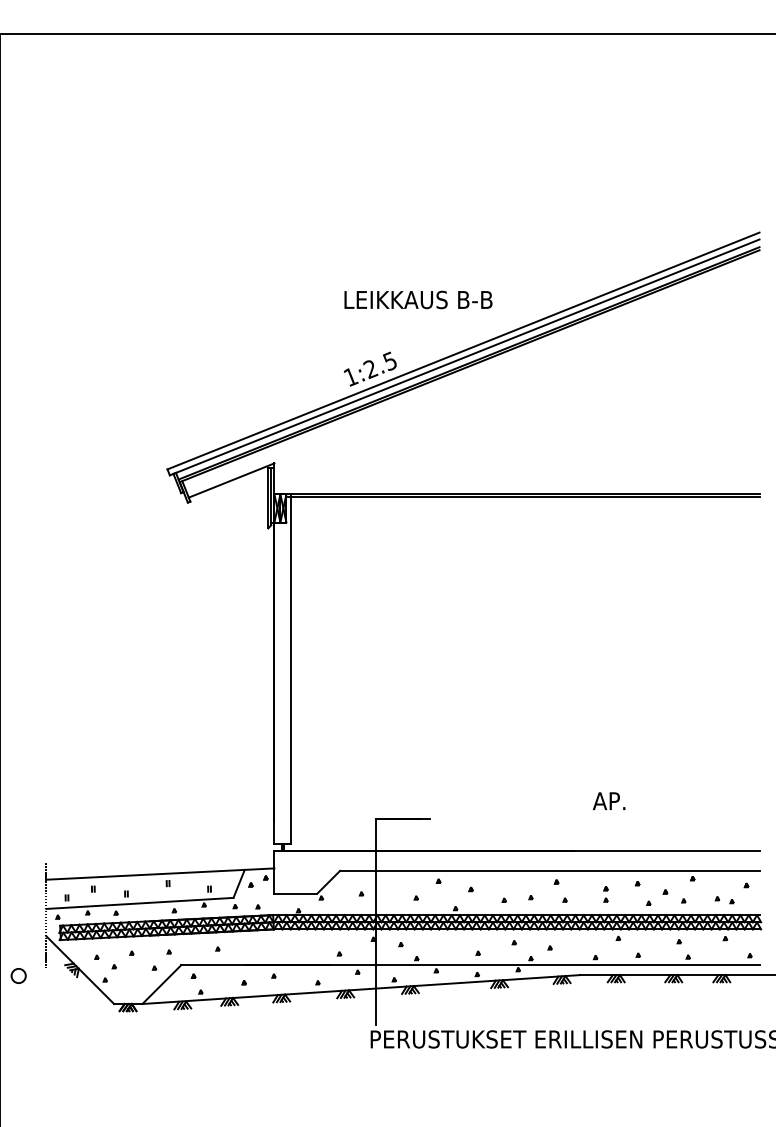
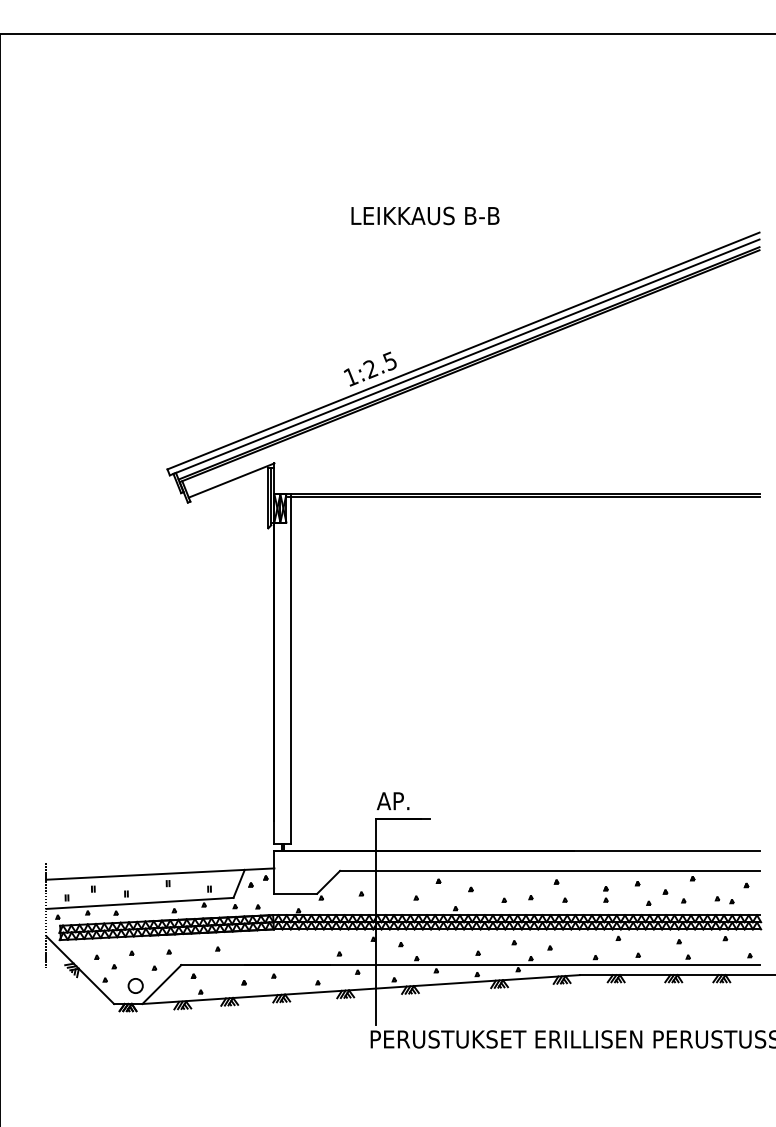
text at (418, 299) position: (418, 299) -> (425, 215)
text at (608, 801) position: (608, 801) -> (392, 801)
part at (18, 975) position: (18, 975) -> (135, 985)
